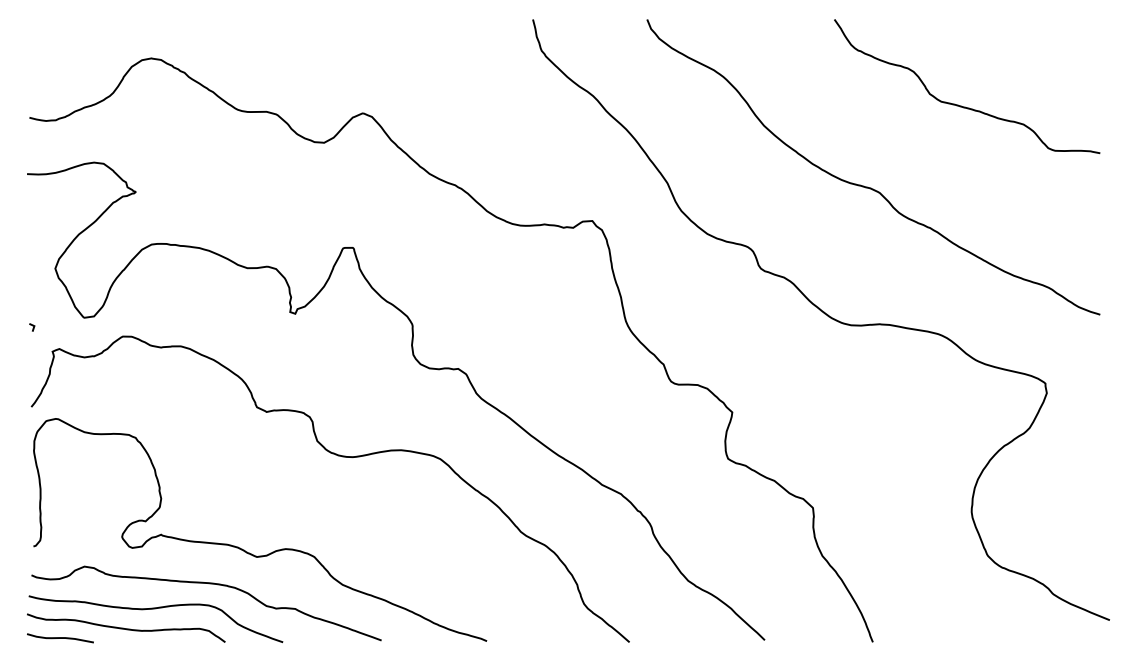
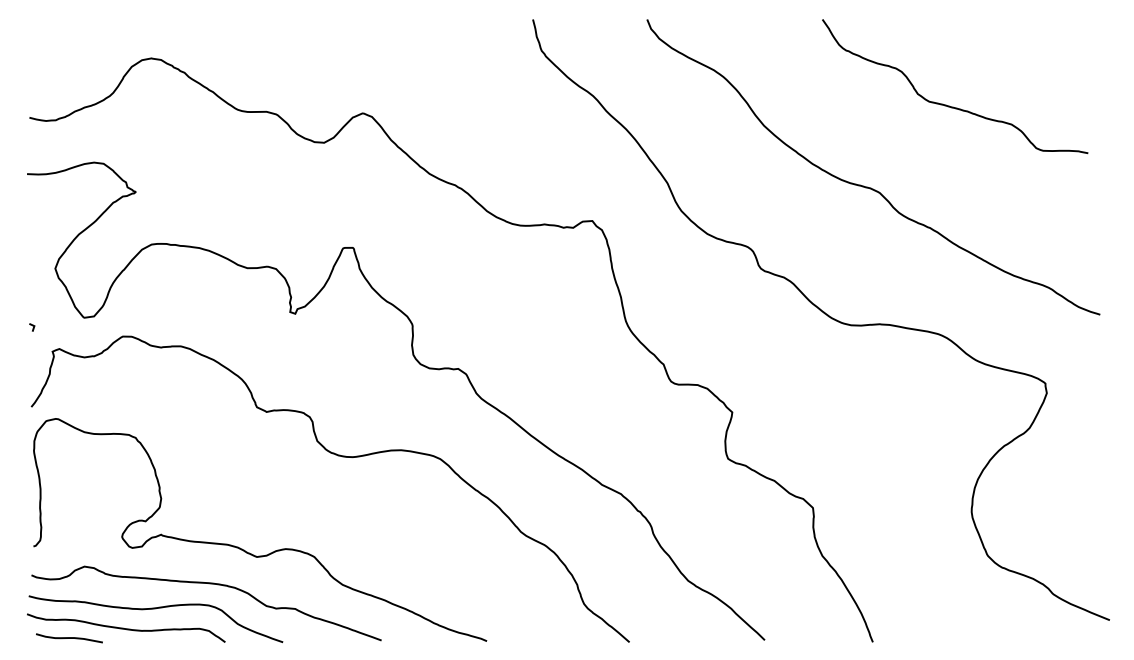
curve at (961, 105) position: (961, 105) -> (949, 105)
curve at (60, 638) position: (60, 638) -> (69, 638)
